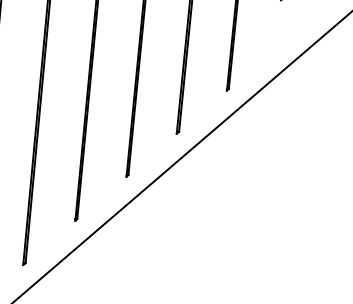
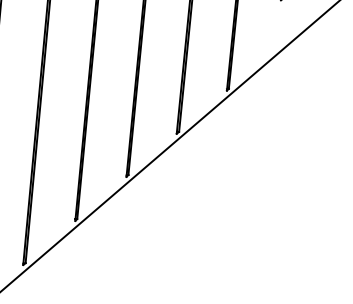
line at (182, 156) position: (182, 156) -> (169, 146)
